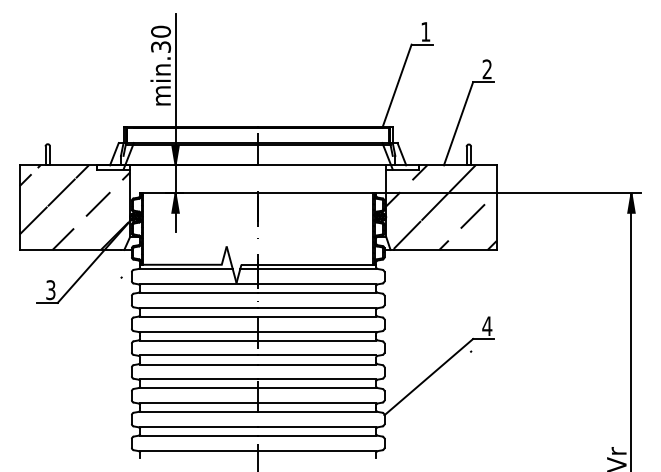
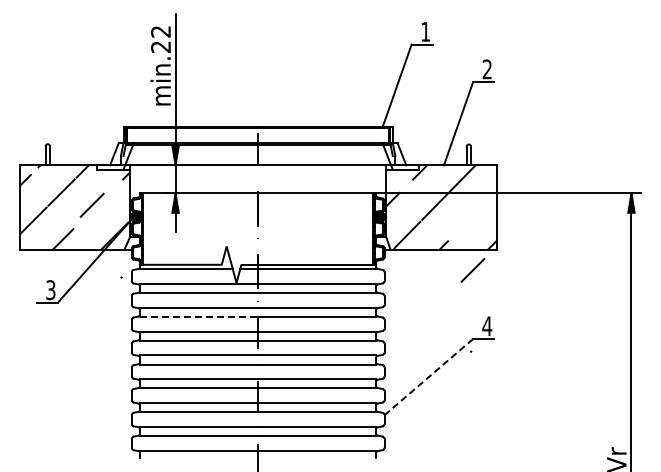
text at (161, 38): min.30 -> min.22
line at (97, 203) position: (97, 203) -> (91, 204)
line at (472, 216) position: (472, 216) -> (472, 270)
line at (199, 317): solid -> dashed
line at (428, 377): solid -> dashed
